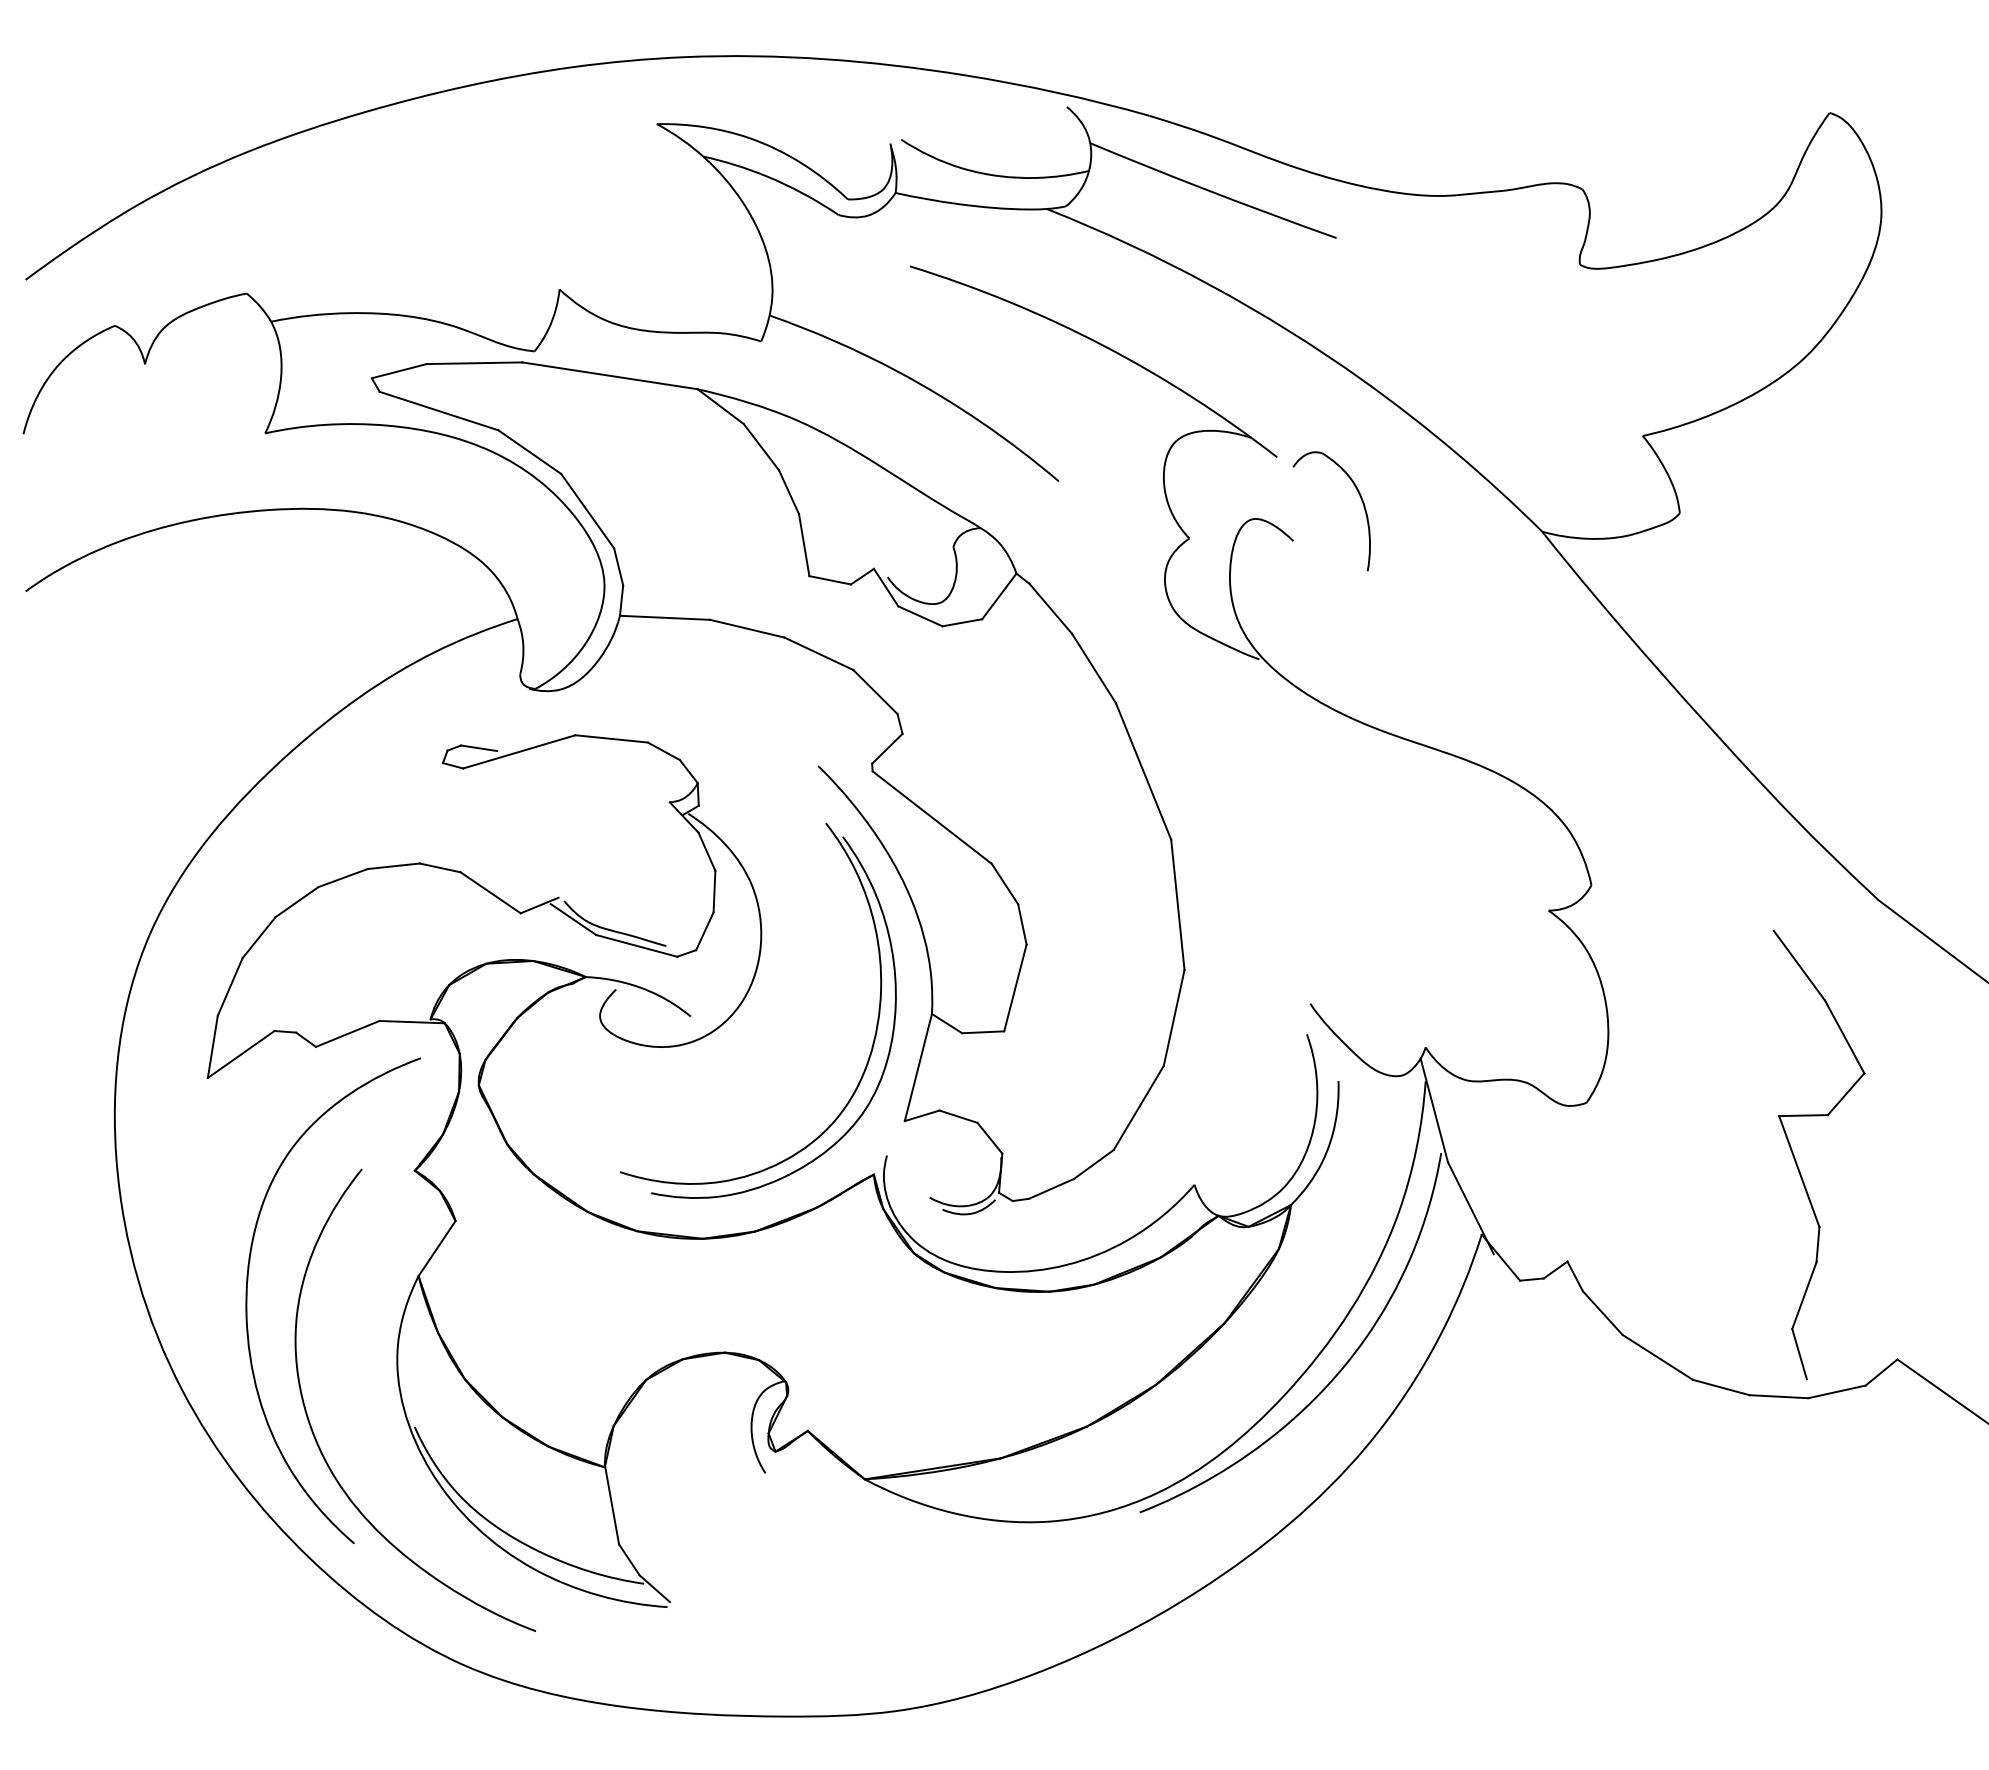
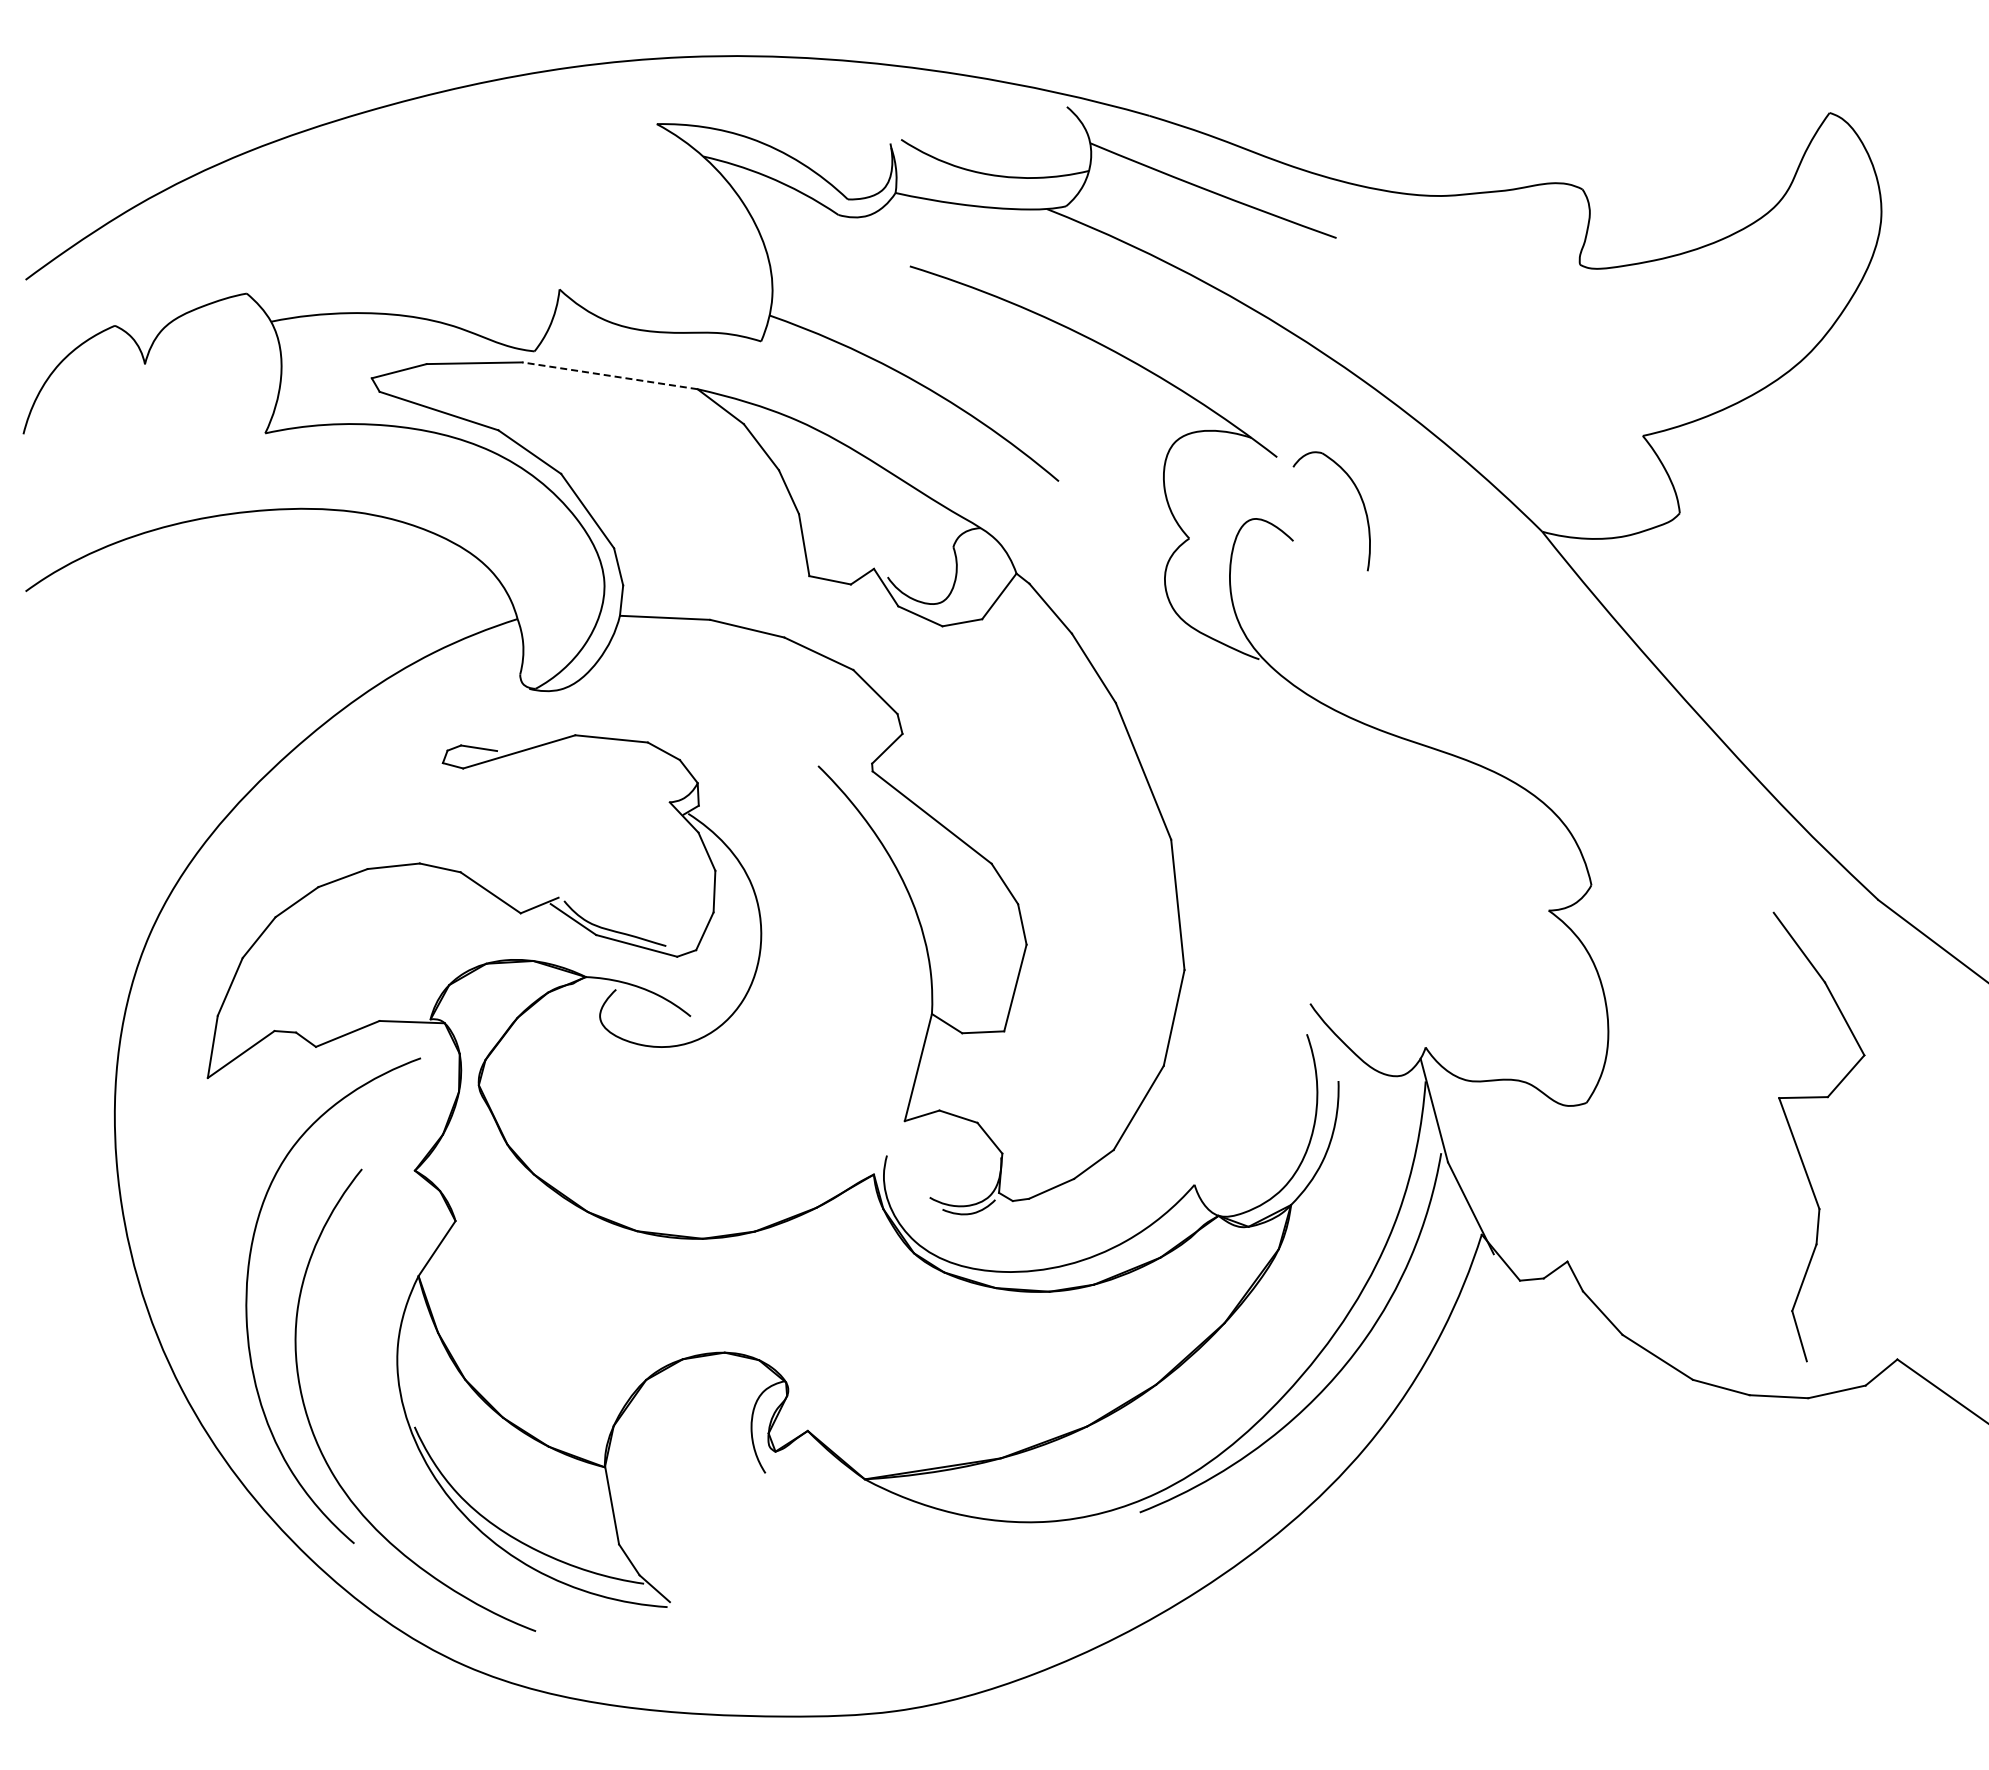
line at (609, 375): solid -> dashed
part at (873, 1038): present -> none
part at (1796, 1160) position: (1796, 1160) -> (1796, 1142)
